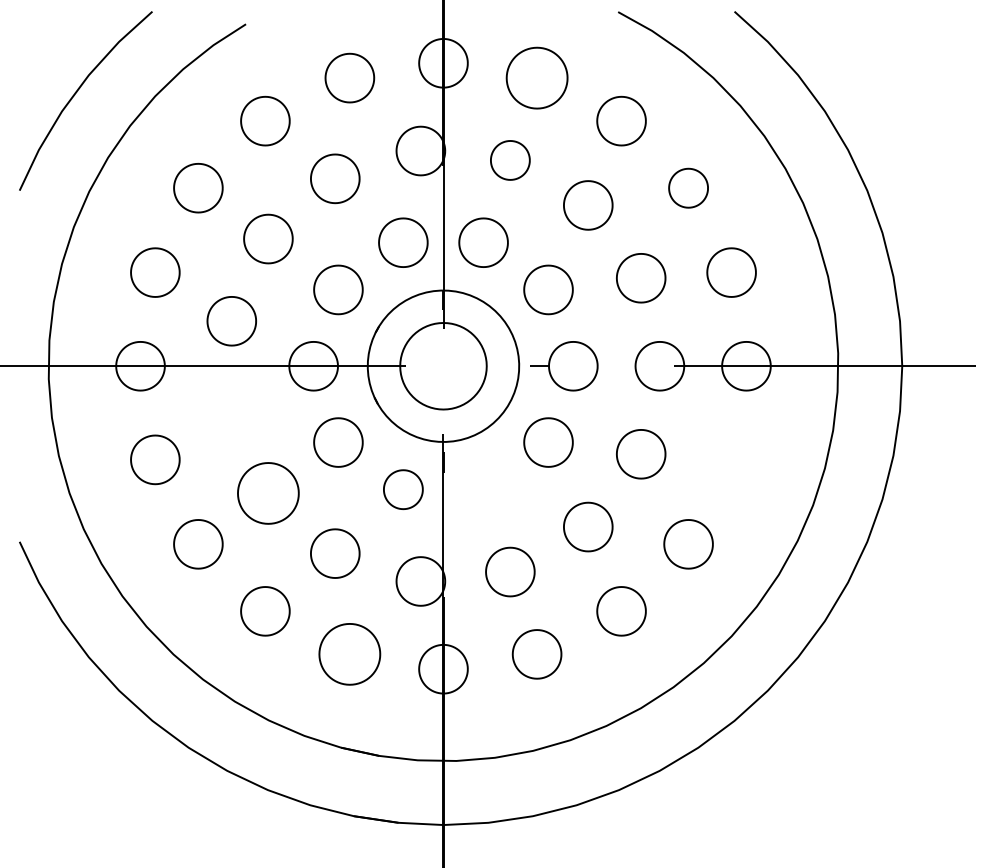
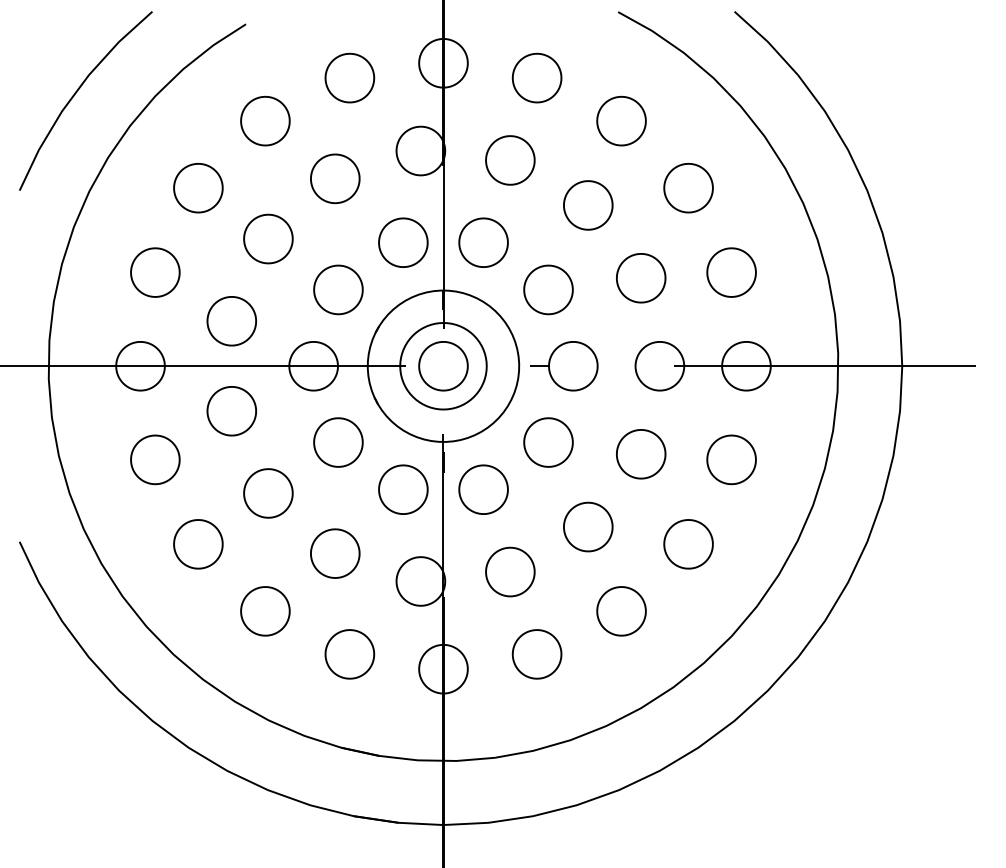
part at (536, 77) size: 64x64 px -> 52x52 px
part at (510, 160) size: 41x41 px -> 51x51 px
part at (688, 187) size: 41x42 px -> 51x51 px
part at (443, 366): none -> present
part at (231, 411): none -> present
part at (731, 459): none -> present
part at (403, 489) size: 41x41 px -> 51x51 px
part at (483, 489): none -> present
part at (268, 493) size: 63x63 px -> 51x51 px
part at (349, 654) size: 64x63 px -> 52x51 px
